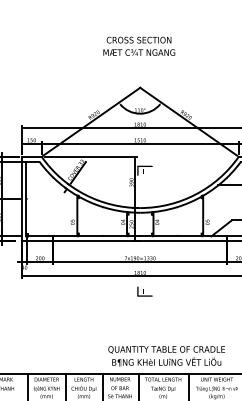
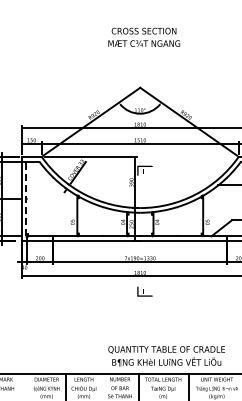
text at (139, 45) position: (139, 45) -> (144, 36)
line at (26, 198): solid -> dashed
line at (28, 385): present -> none
line at (103, 385): present -> none
